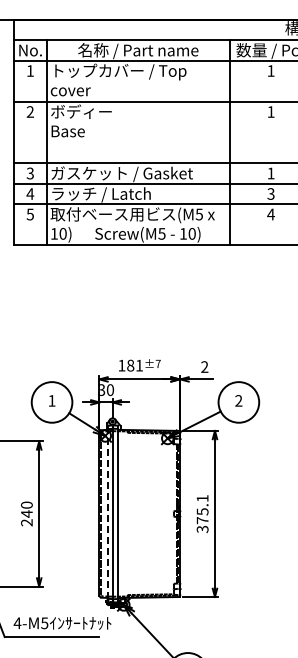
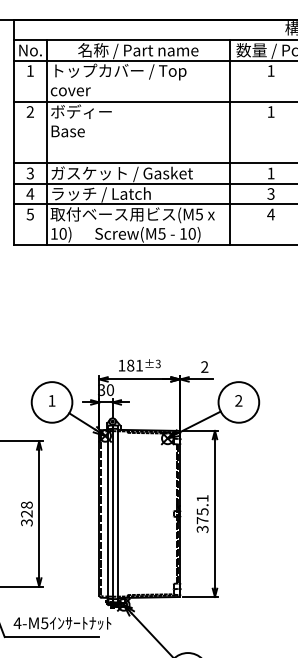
text at (157, 363): ±7 -> ±3
text at (26, 513): 240 -> 328
line at (108, 513): dashed -> solid
